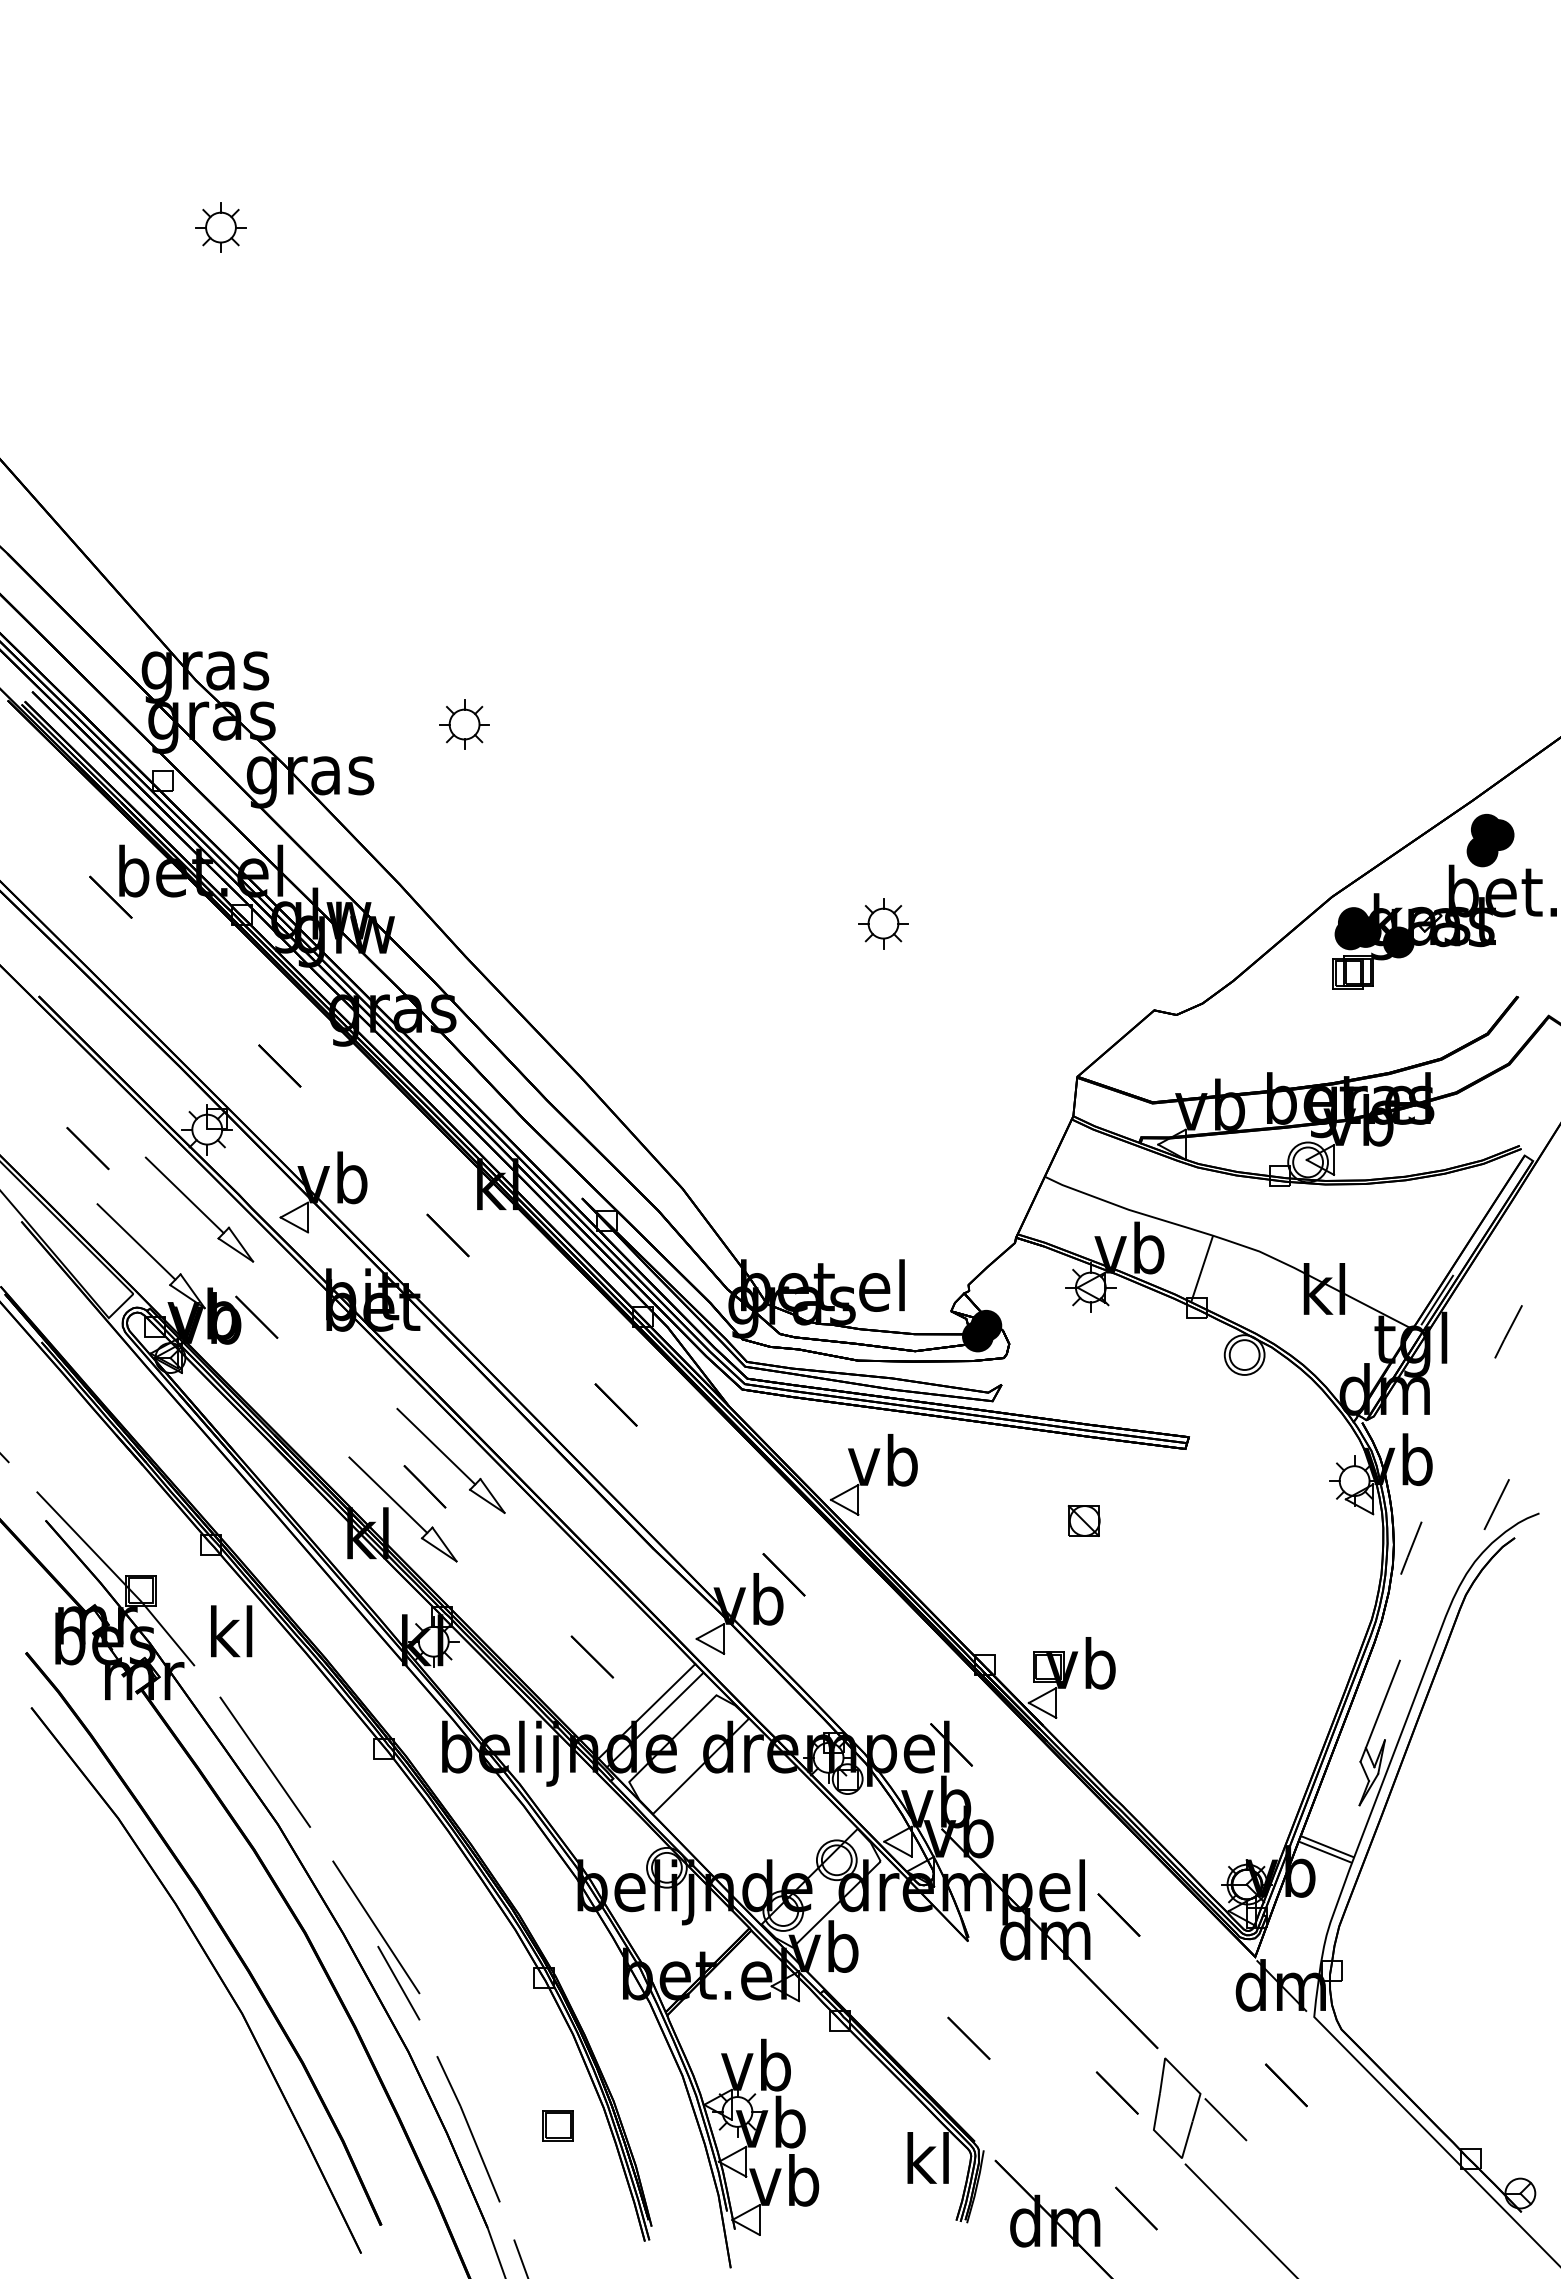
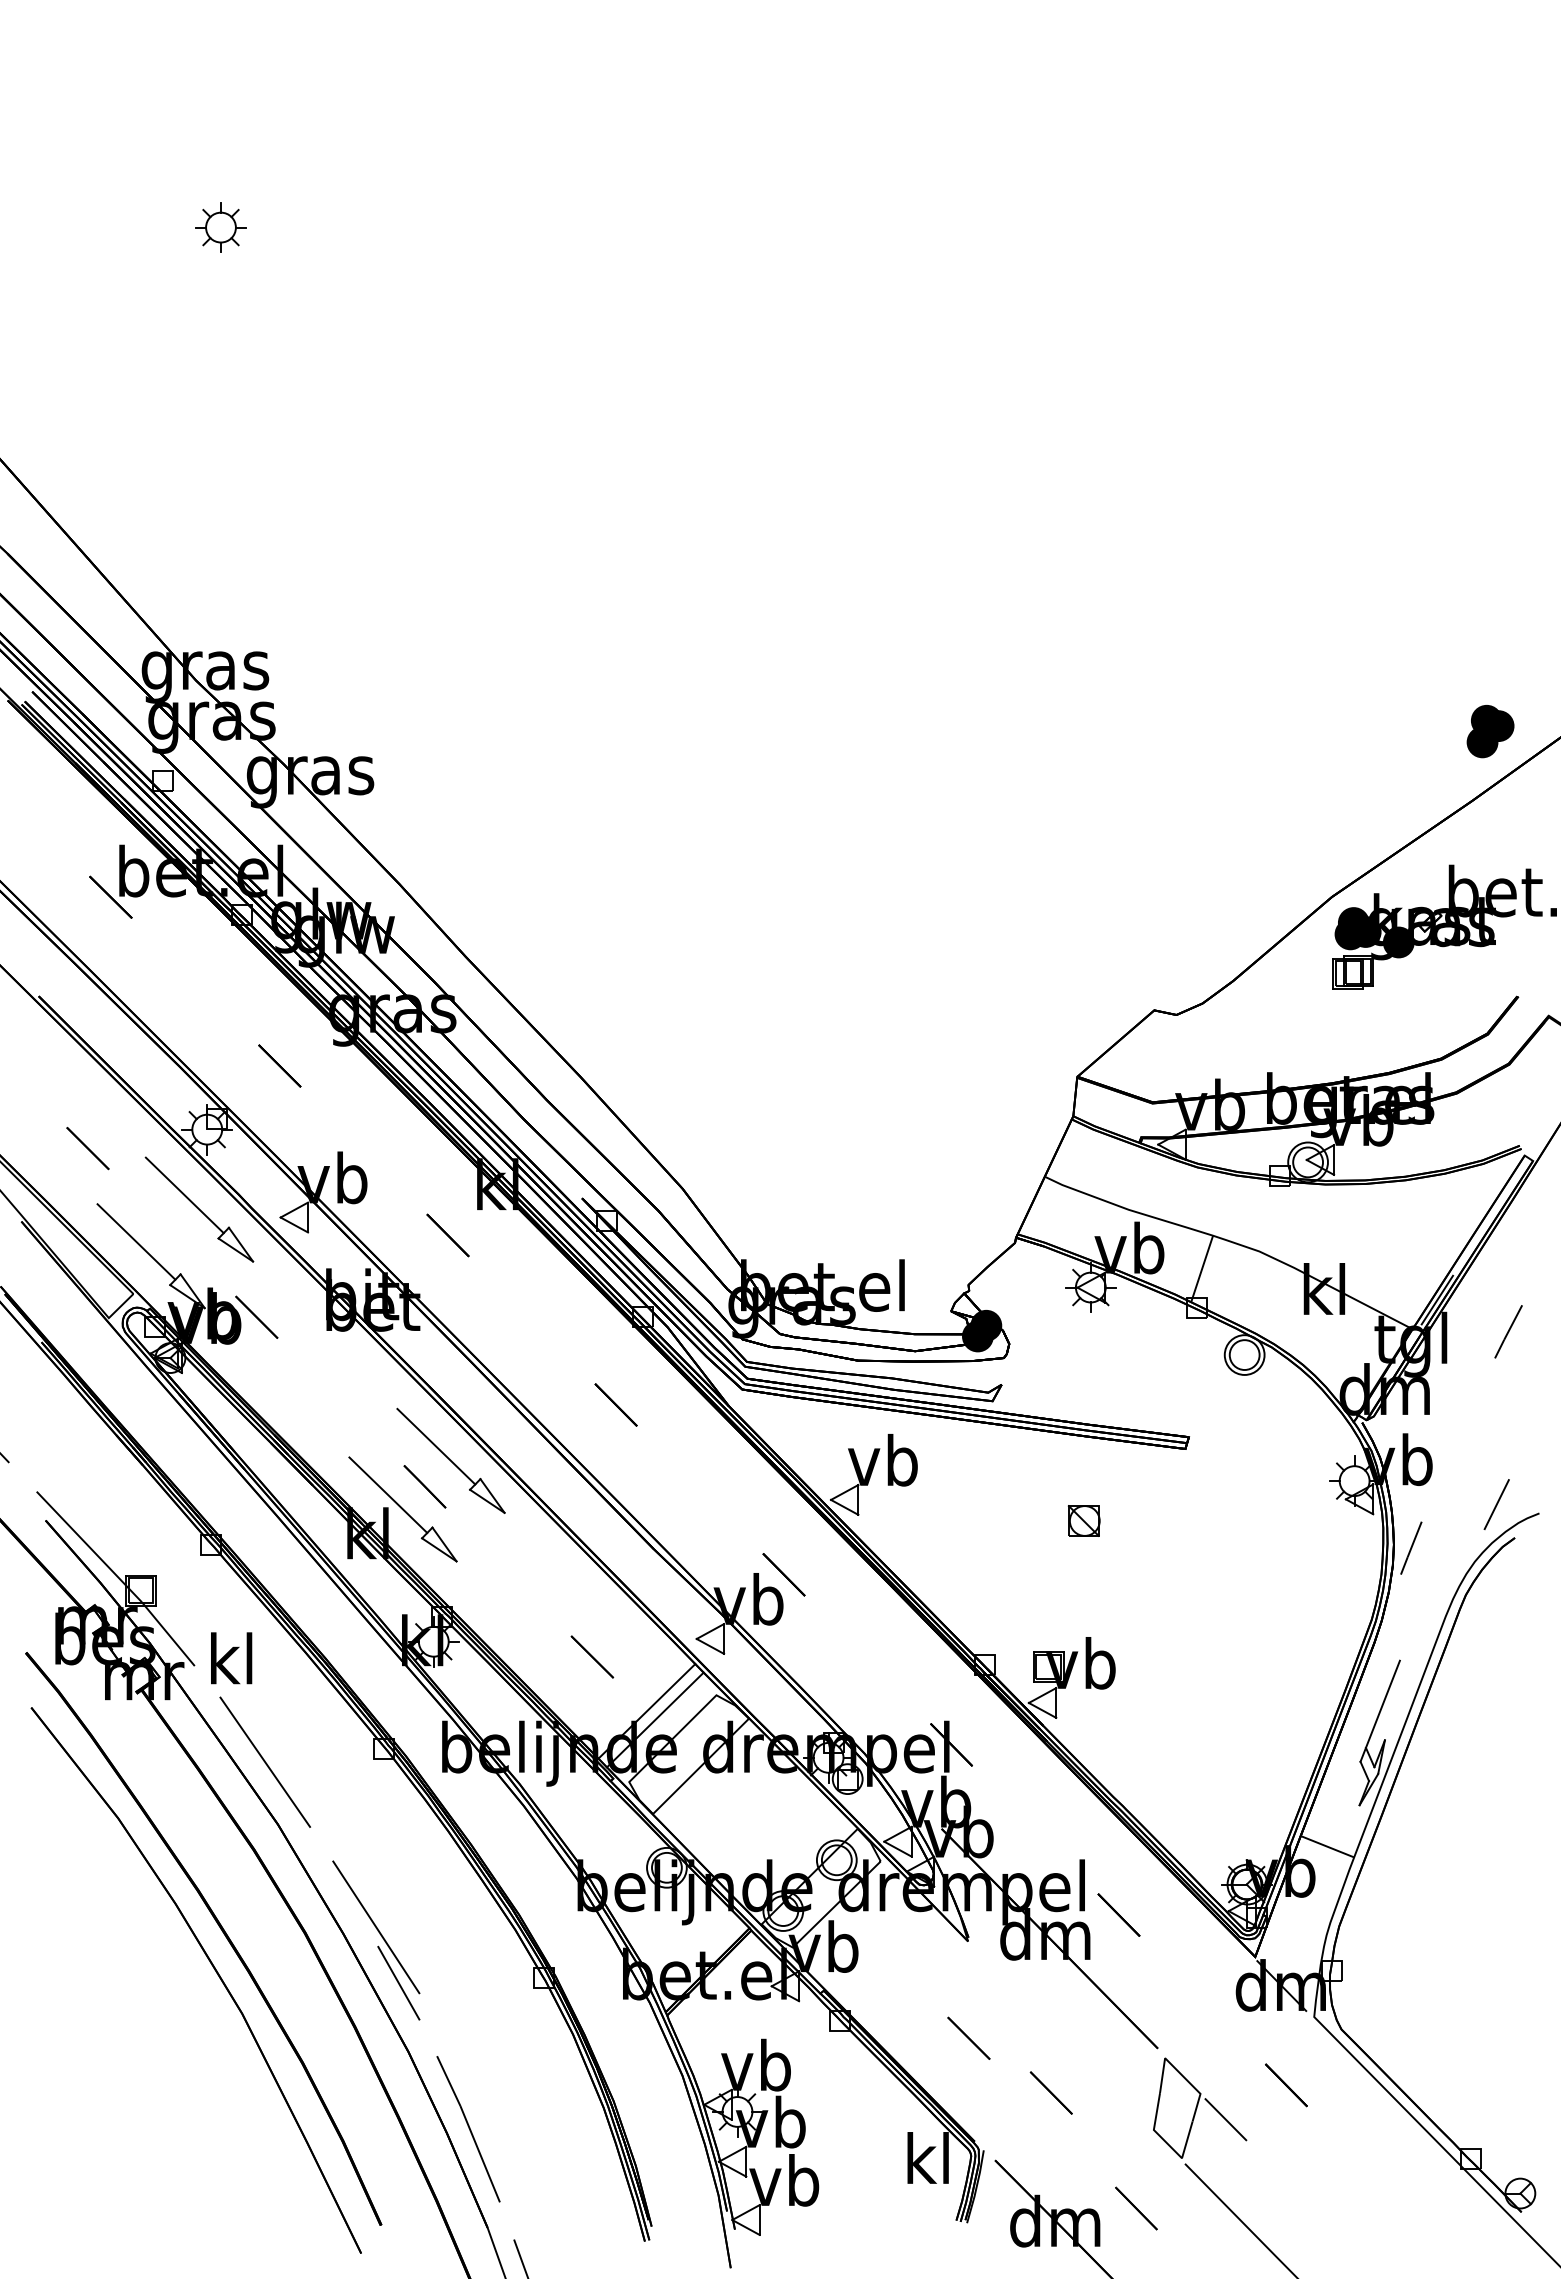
part at (464, 724): present -> none
part at (1490, 840) position: (1490, 840) -> (1490, 731)
part at (883, 923): present -> none
text at (231, 1631) position: (231, 1631) -> (231, 1658)
line at (1325, 1851): present -> none
line at (1116, 2092) position: (1116, 2092) -> (1050, 2092)
part at (557, 2125): present -> none
